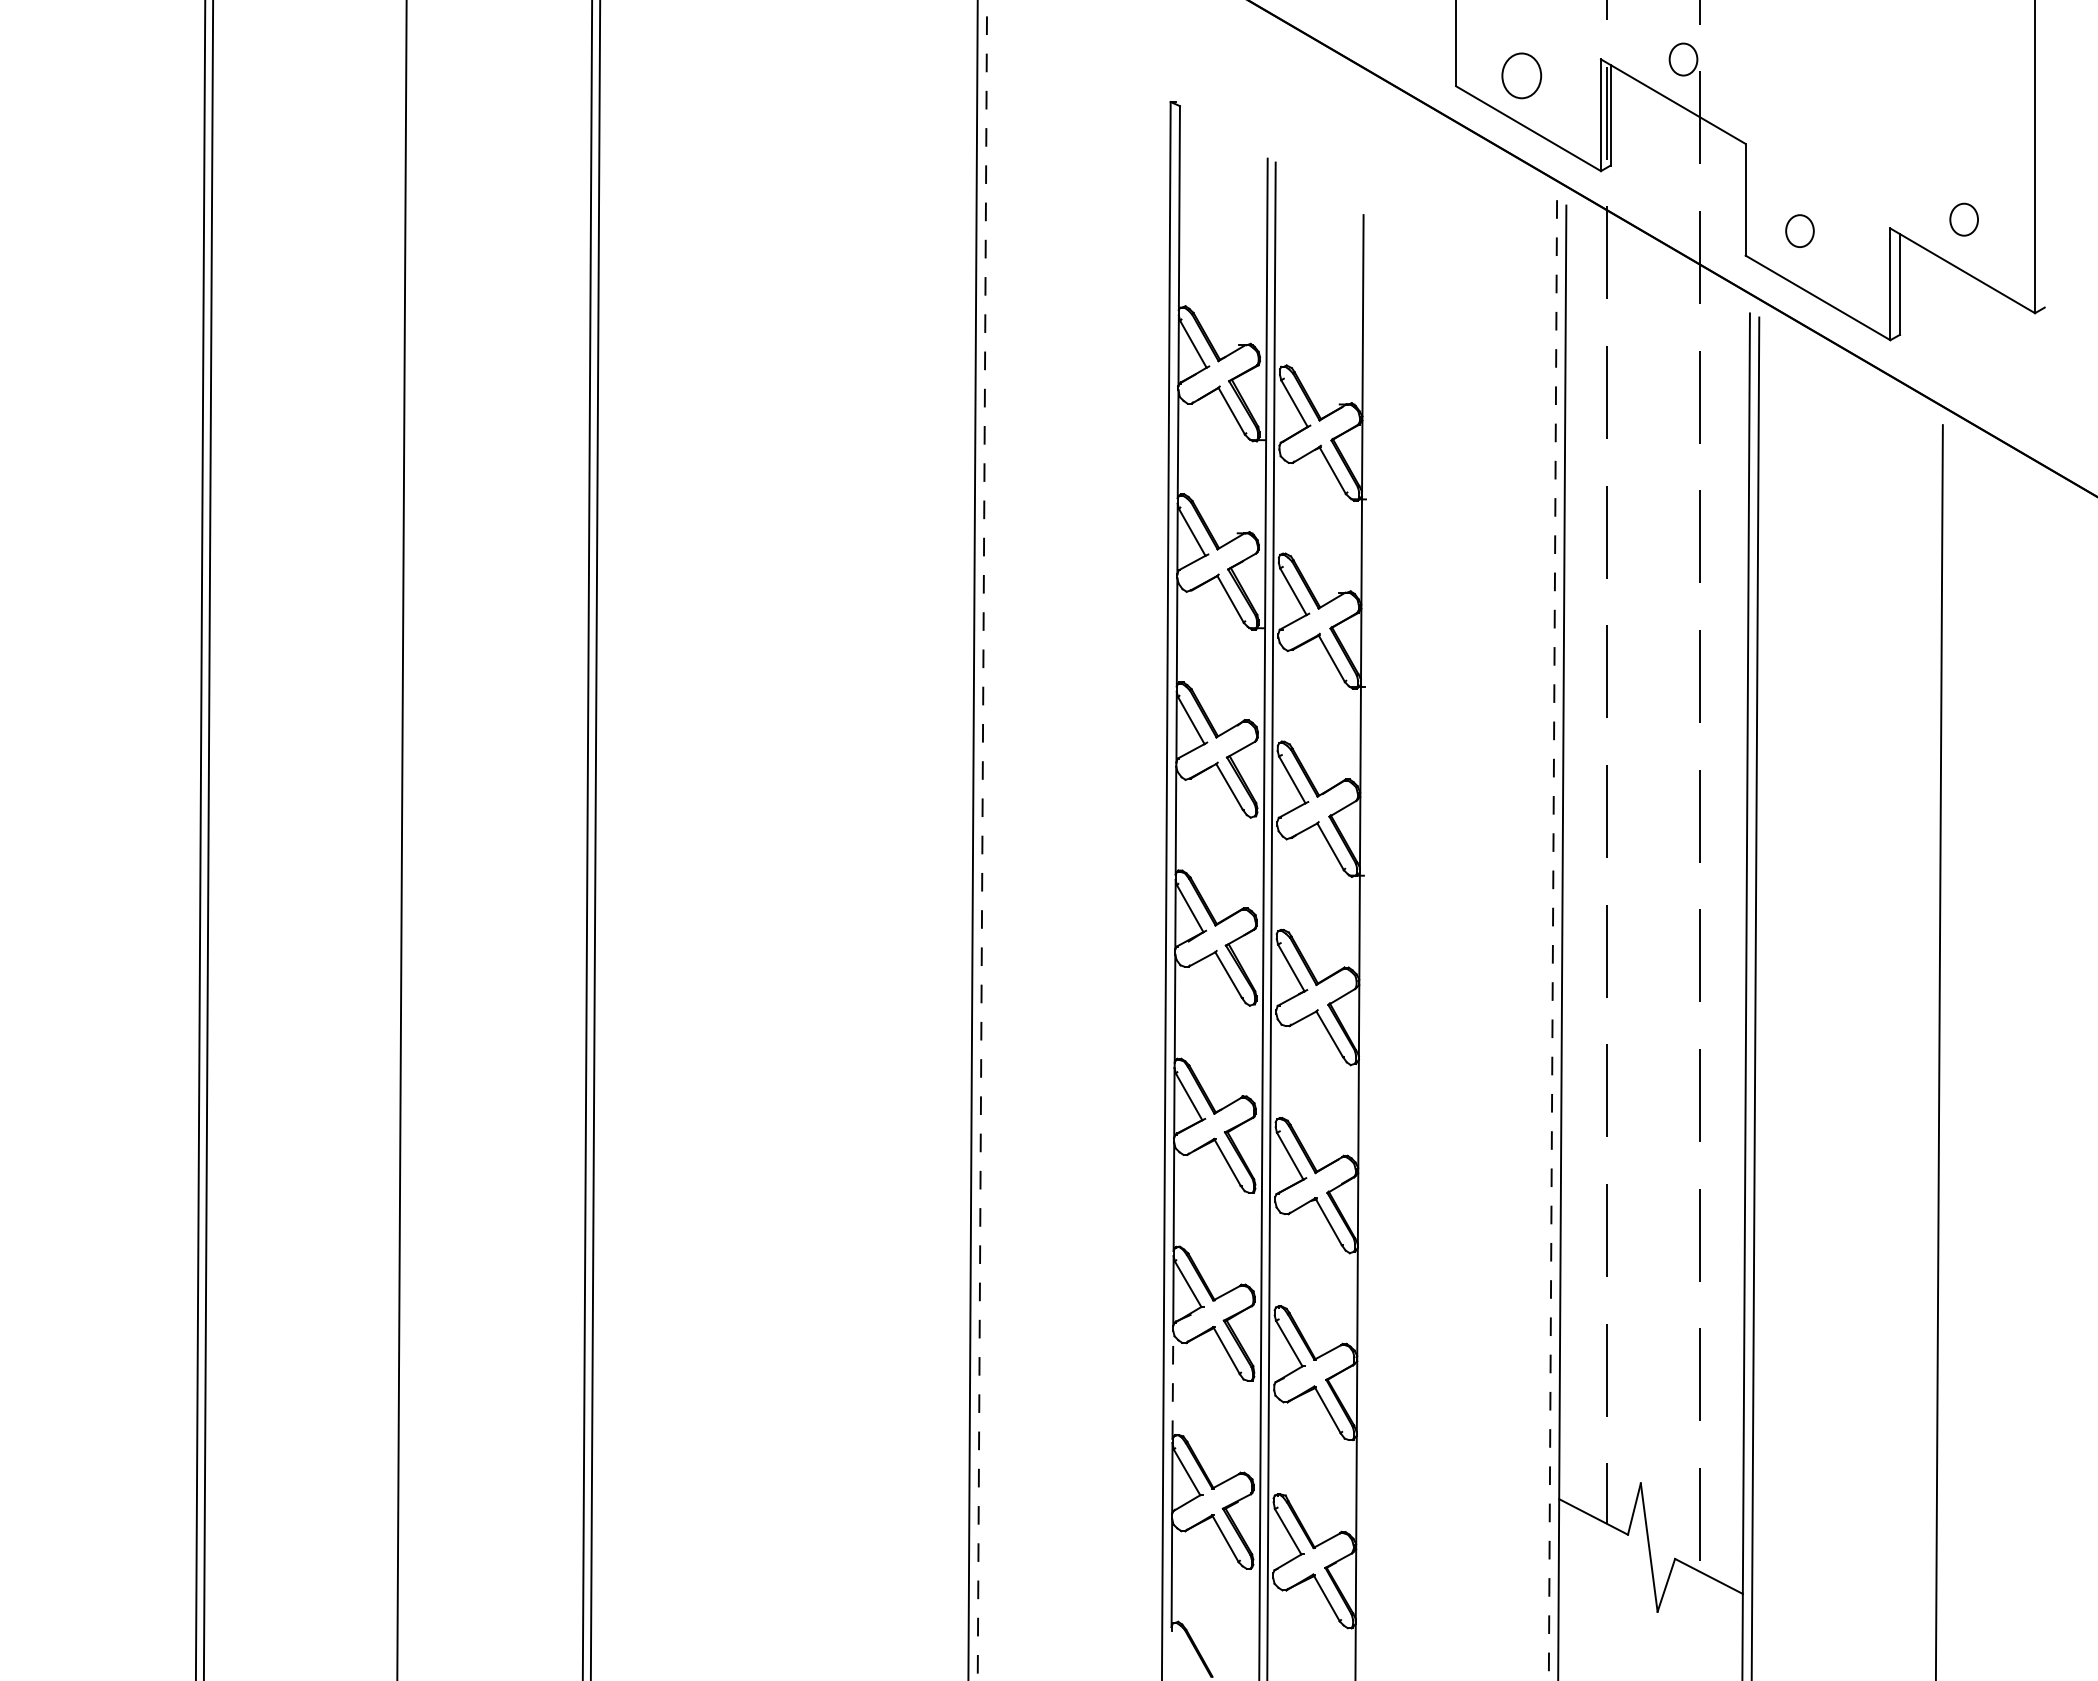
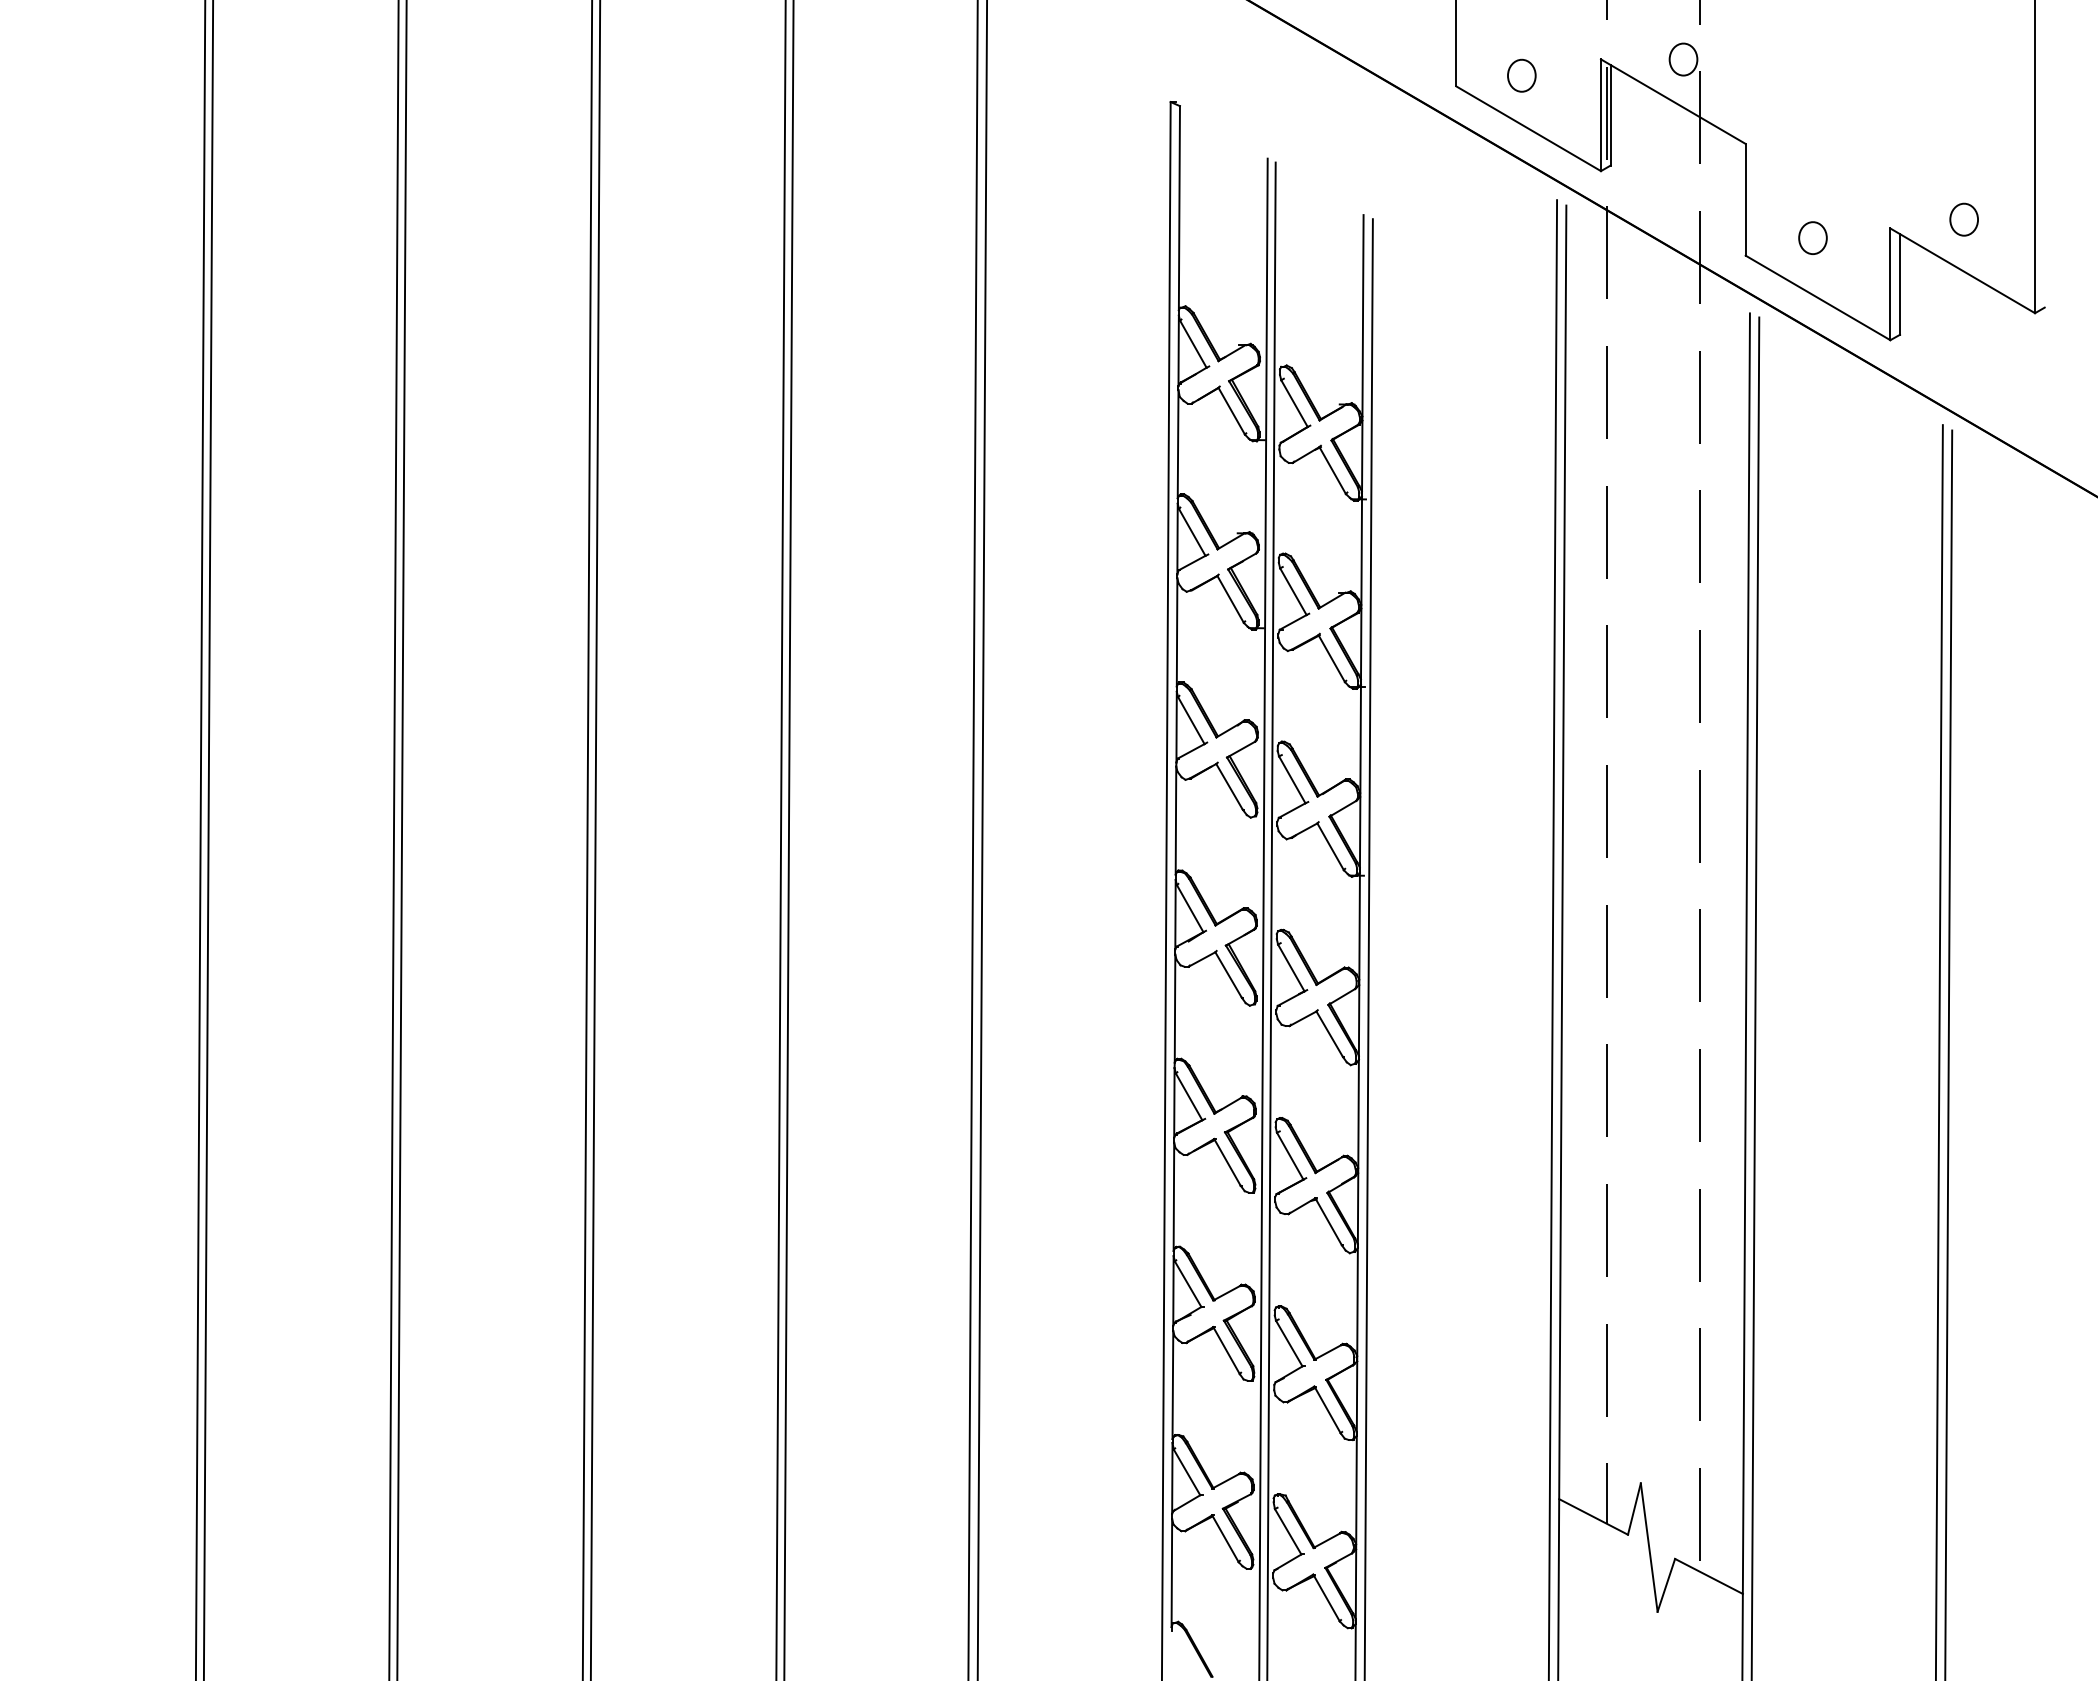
circle at (1521, 75) size: 42x48 px -> 30x35 px
circle at (1799, 230) position: (1799, 230) -> (1812, 237)
line at (393, 839): none -> present
line at (780, 839): none -> present
line at (788, 839): none -> present
line at (982, 840): dashed -> solid
line at (1552, 940): dashed -> solid
line at (1368, 948): none -> present
line at (1948, 1053): none -> present
line at (1172, 1384): dashed -> solid
